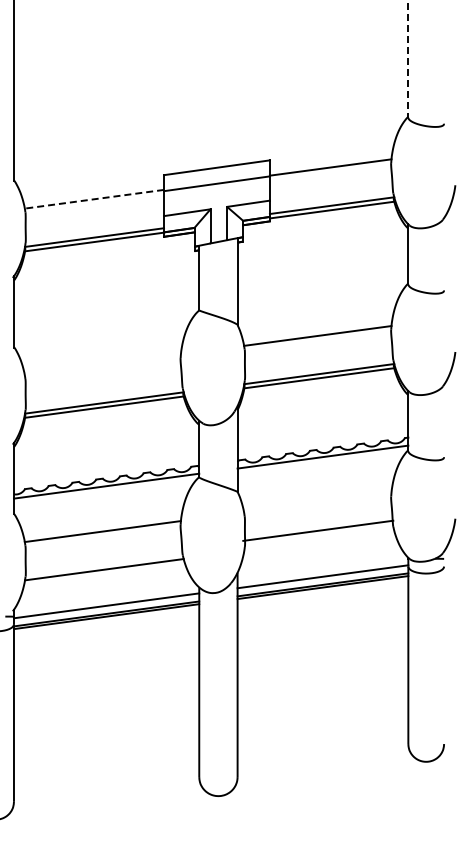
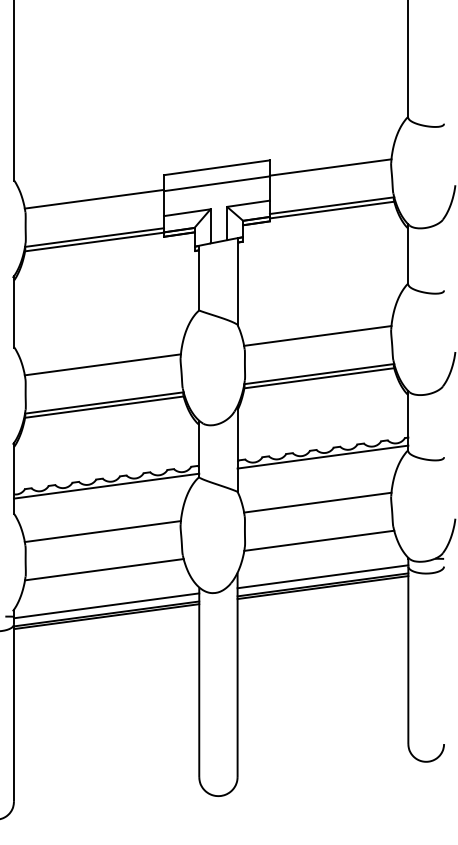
line at (408, 59): dashed -> solid
line at (93, 199): dashed -> solid
line at (102, 364): none -> present
line at (317, 502): none -> present
line at (318, 530) position: (318, 530) -> (319, 540)
